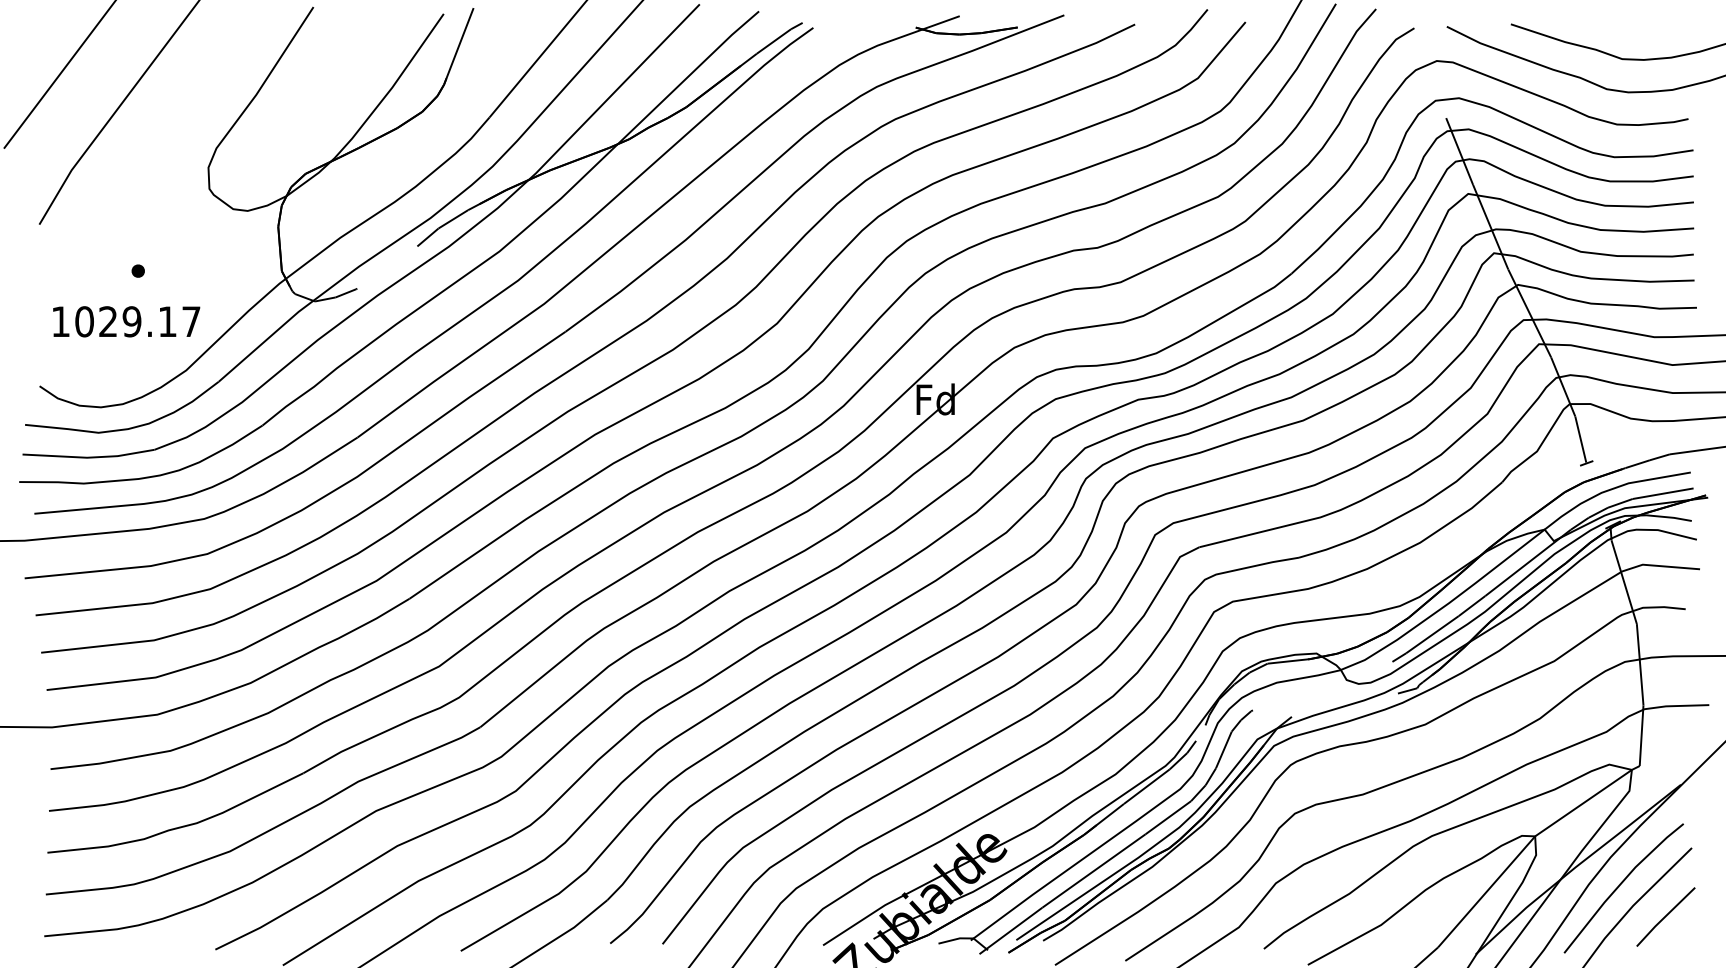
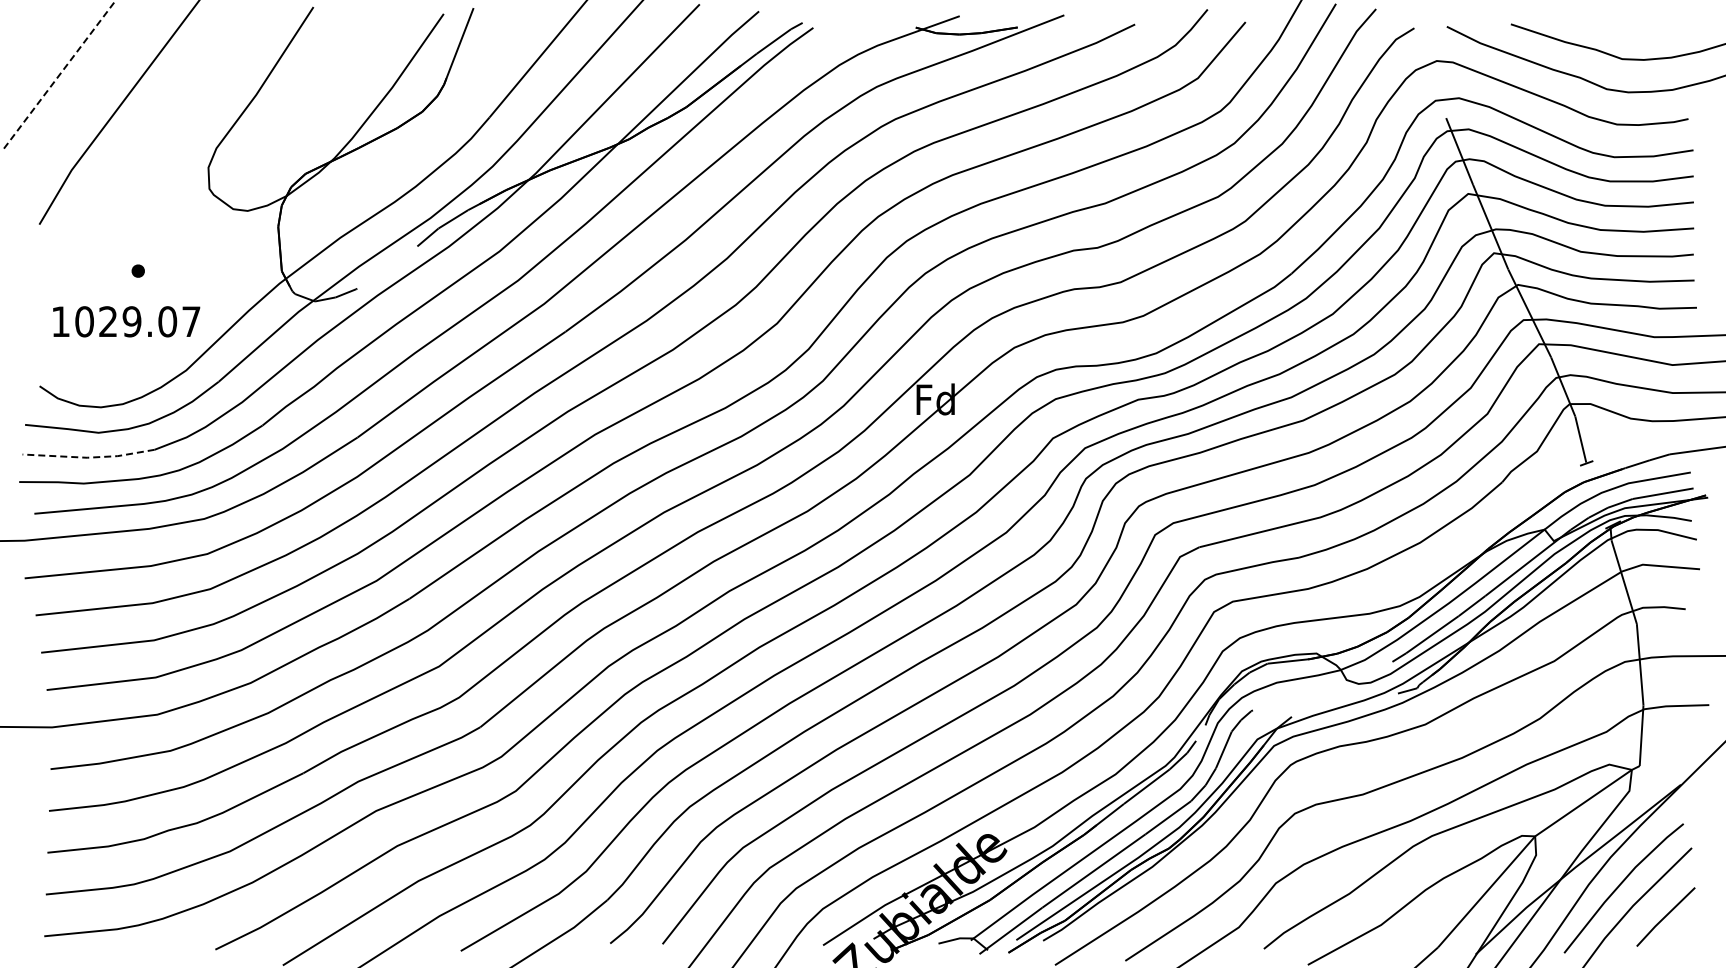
line at (59, 74): solid -> dashed
text at (167, 321): 1029.17 -> 1029.07
line at (89, 457): solid -> dashed
